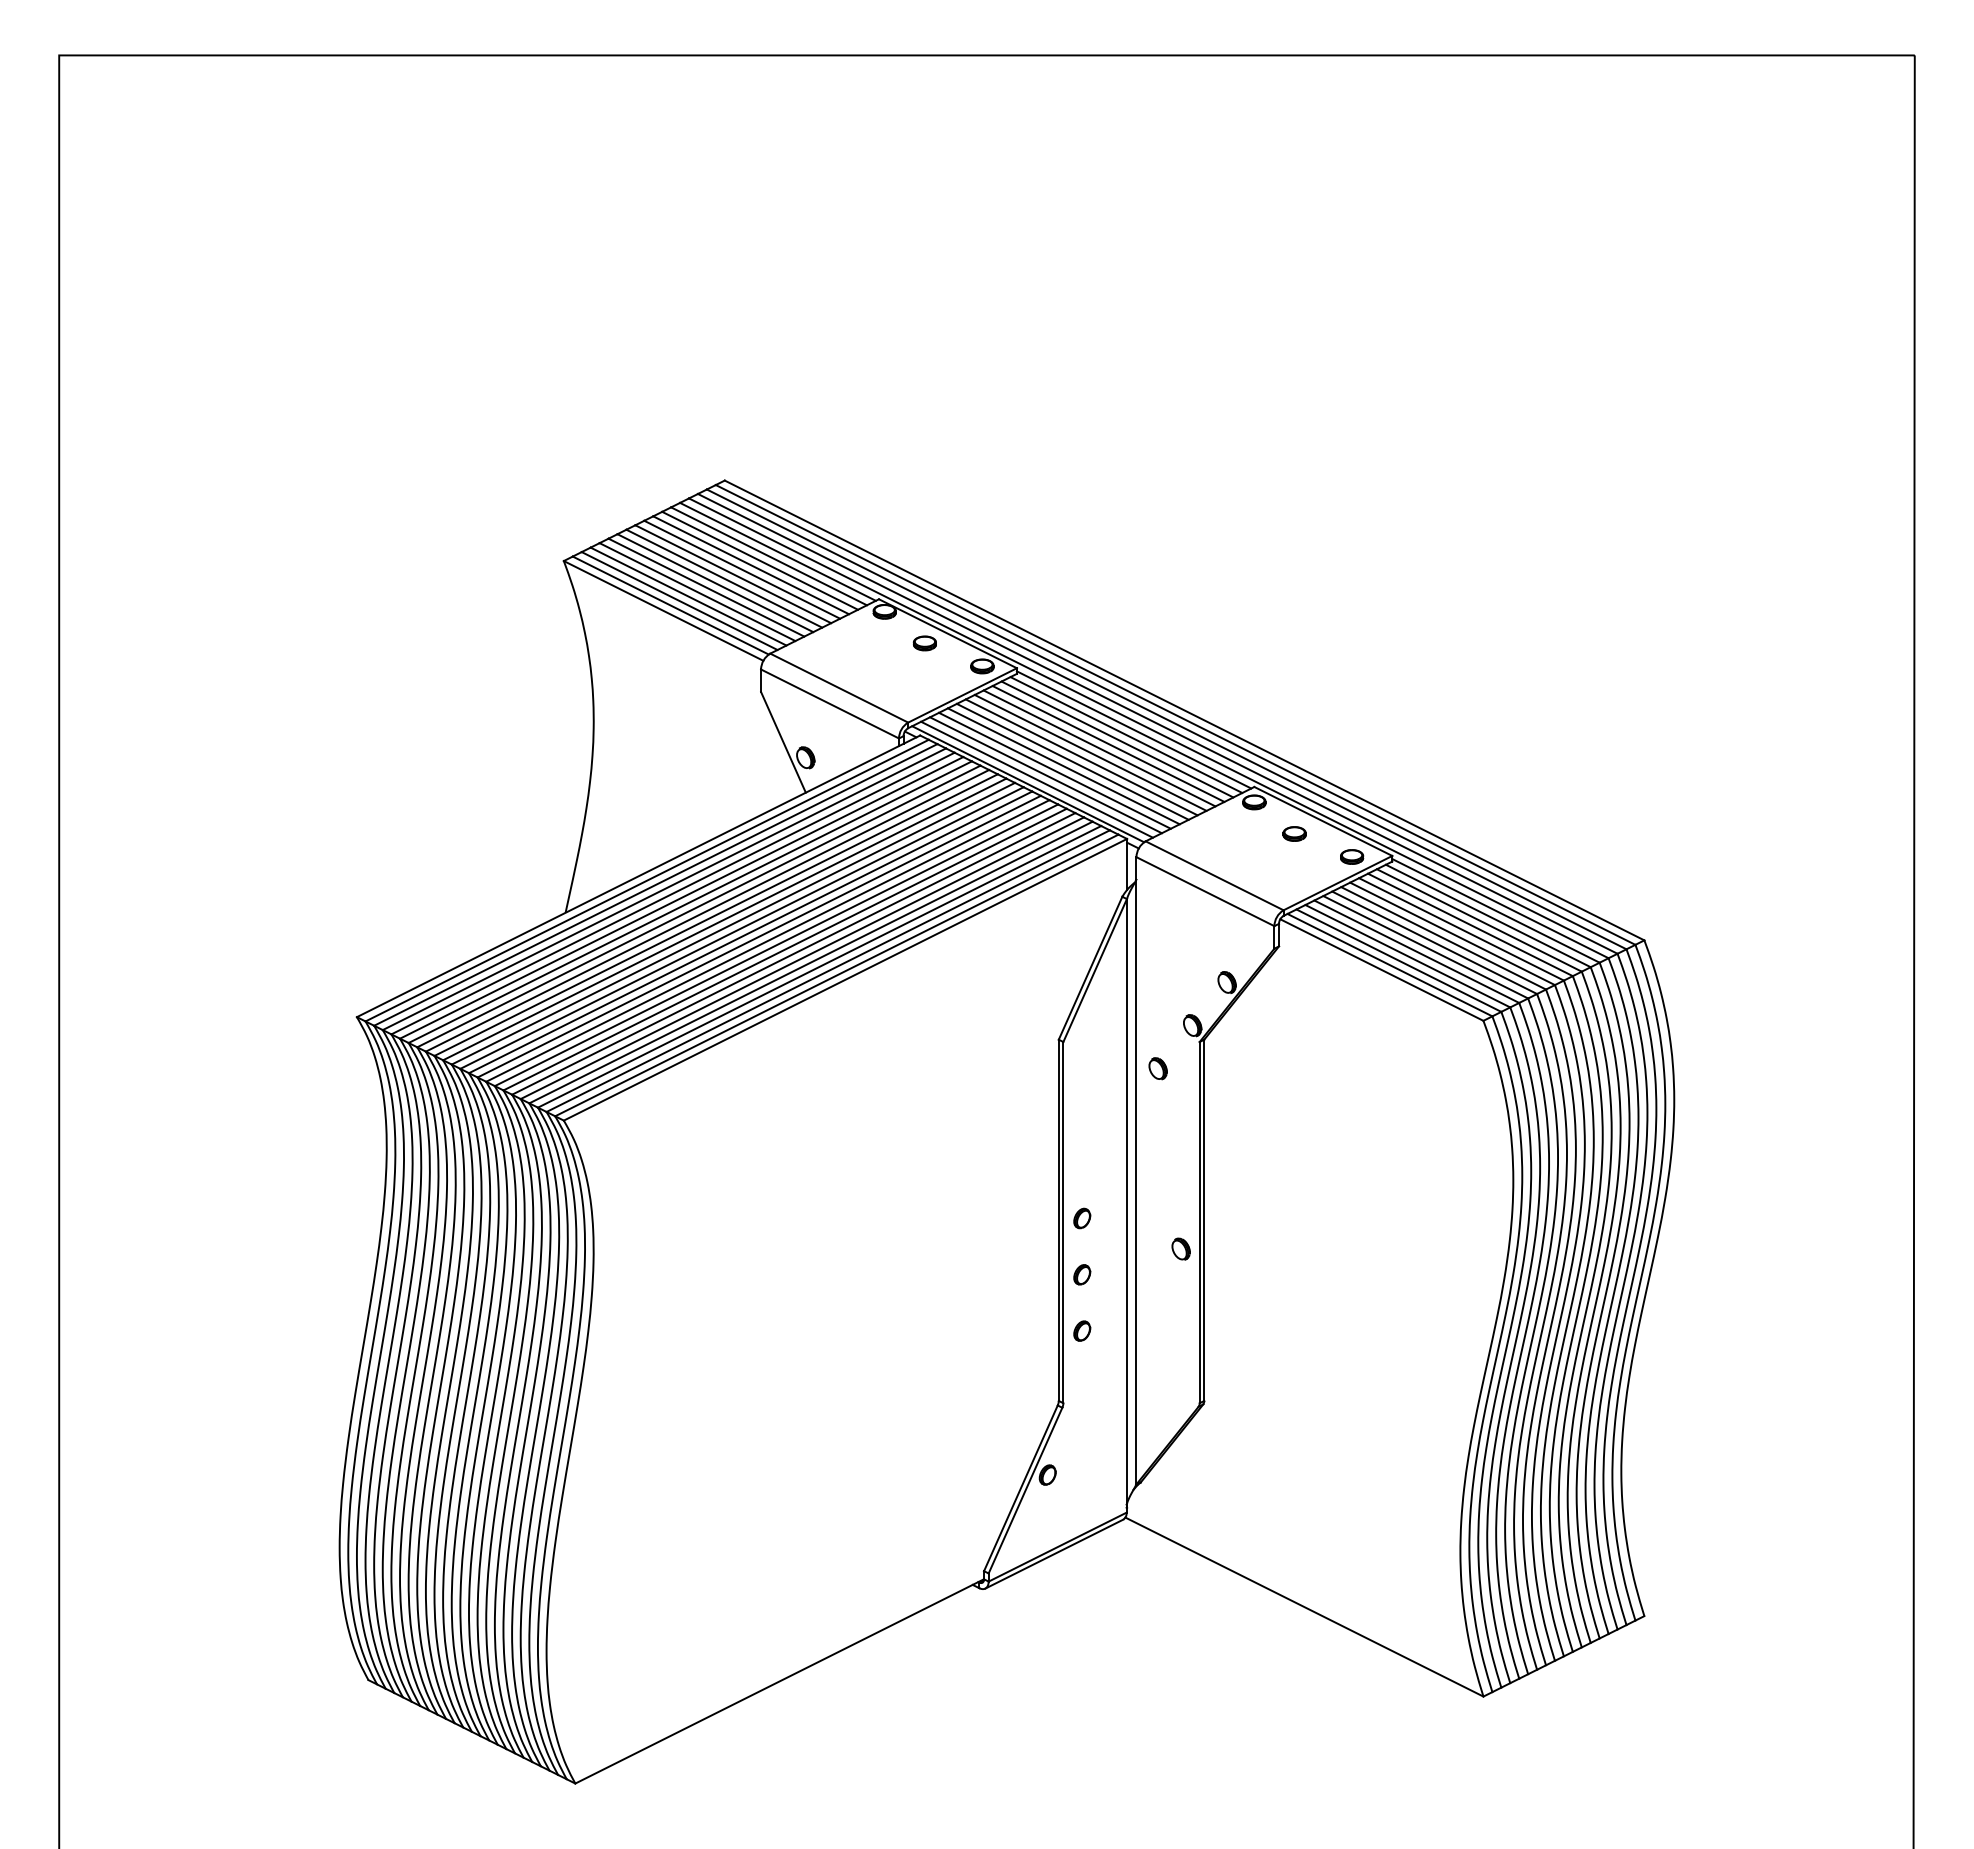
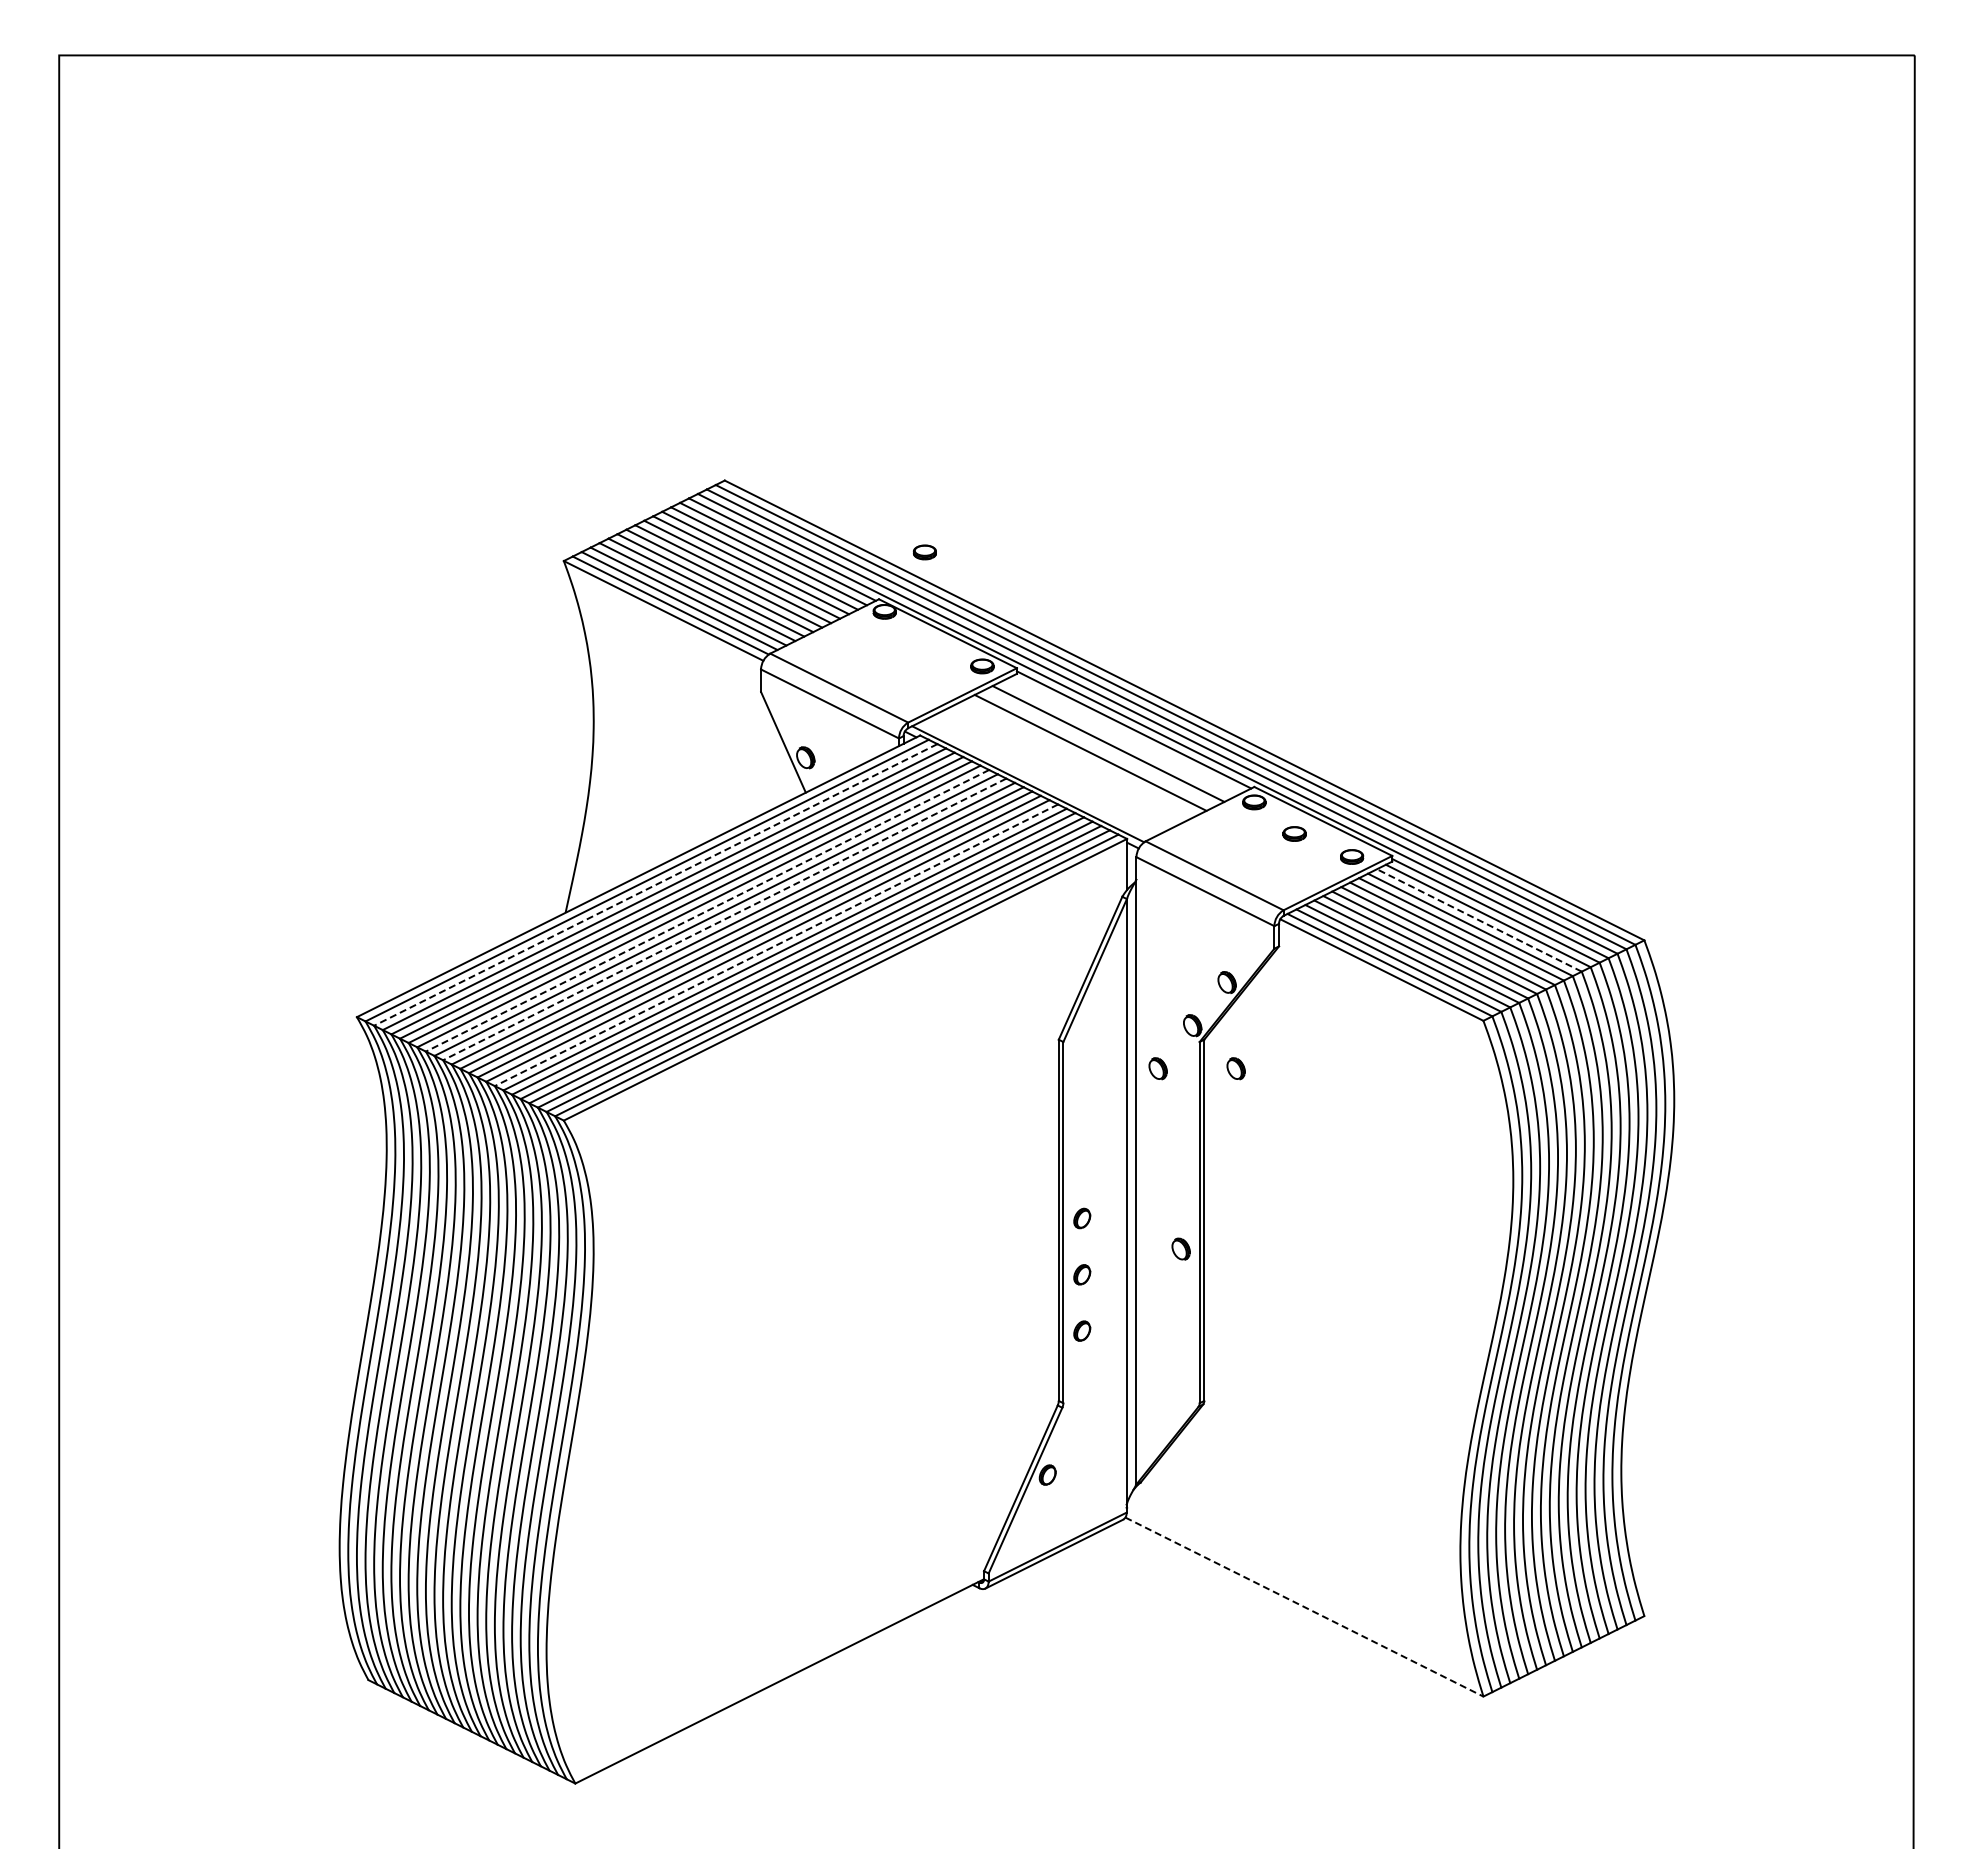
part at (924, 643) position: (924, 643) -> (924, 552)
line at (1126, 735): present -> none
line at (1117, 739): present -> none
line at (1099, 748): present -> none
line at (1081, 757): present -> none
line at (1072, 761): present -> none
line at (1063, 766): present -> none
line at (1054, 770): present -> none
line at (1045, 775): present -> none
line at (1036, 779): present -> none
line at (655, 884): solid -> dashed
line at (707, 910): solid -> dashed
line at (724, 919): solid -> dashed
line at (1479, 920): solid -> dashed
line at (776, 945): solid -> dashed
part at (1235, 1068): none -> present
line at (1304, 1607): solid -> dashed
